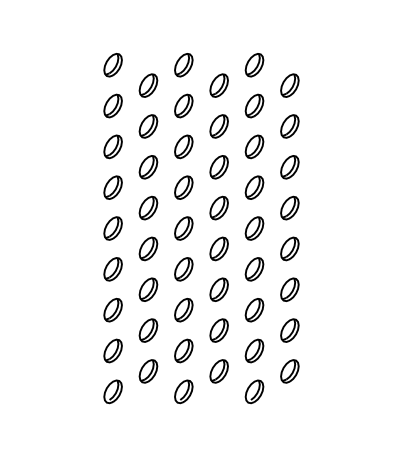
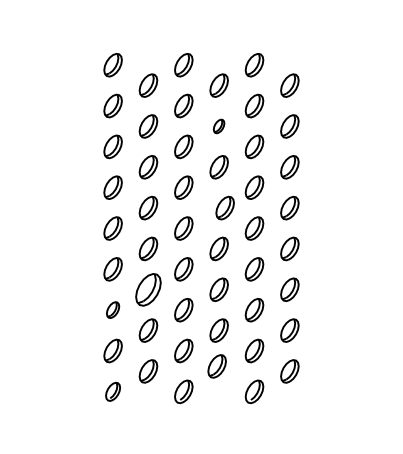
part at (218, 126) size: 20x25 px -> 14x17 px
part at (218, 207) position: (218, 207) -> (224, 207)
part at (148, 289) size: 21x25 px -> 27x34 px
part at (112, 309) size: 20x26 px -> 15x18 px
part at (218, 371) position: (218, 371) -> (216, 366)
part at (112, 391) size: 20x26 px -> 16x21 px
